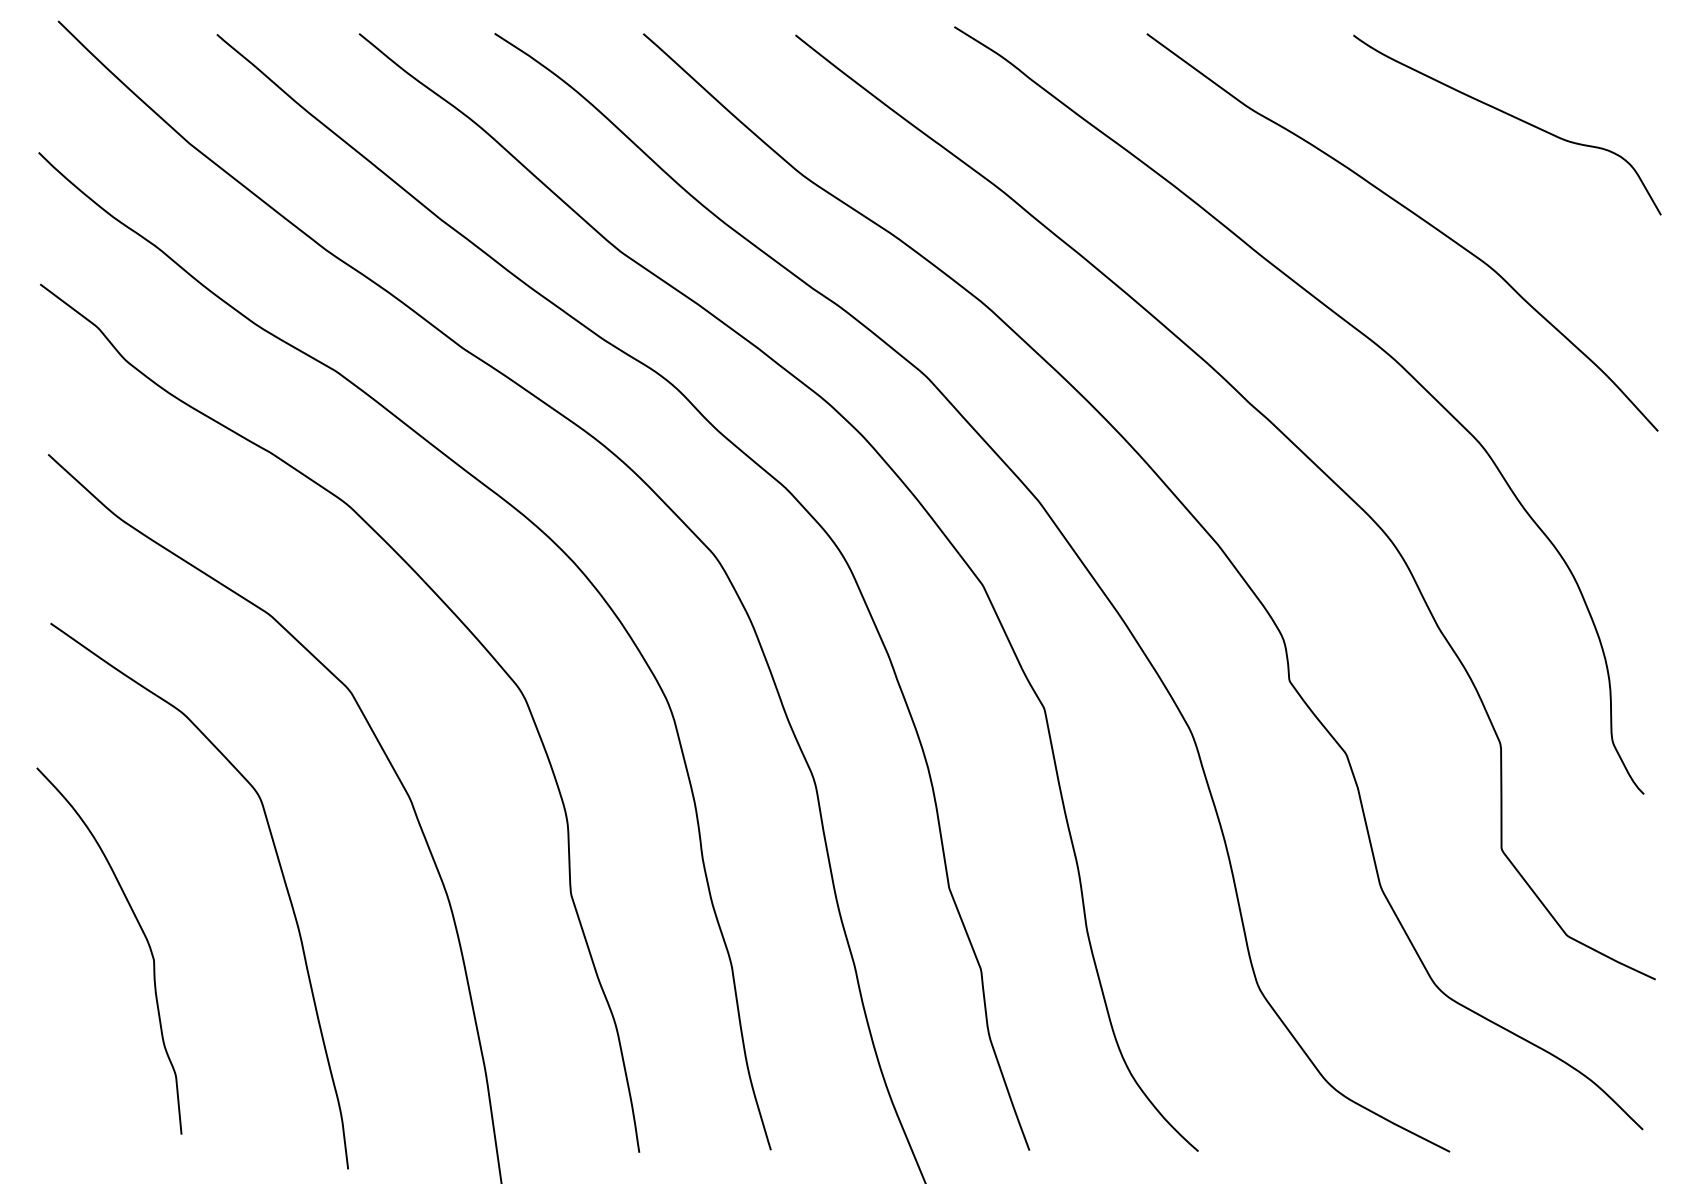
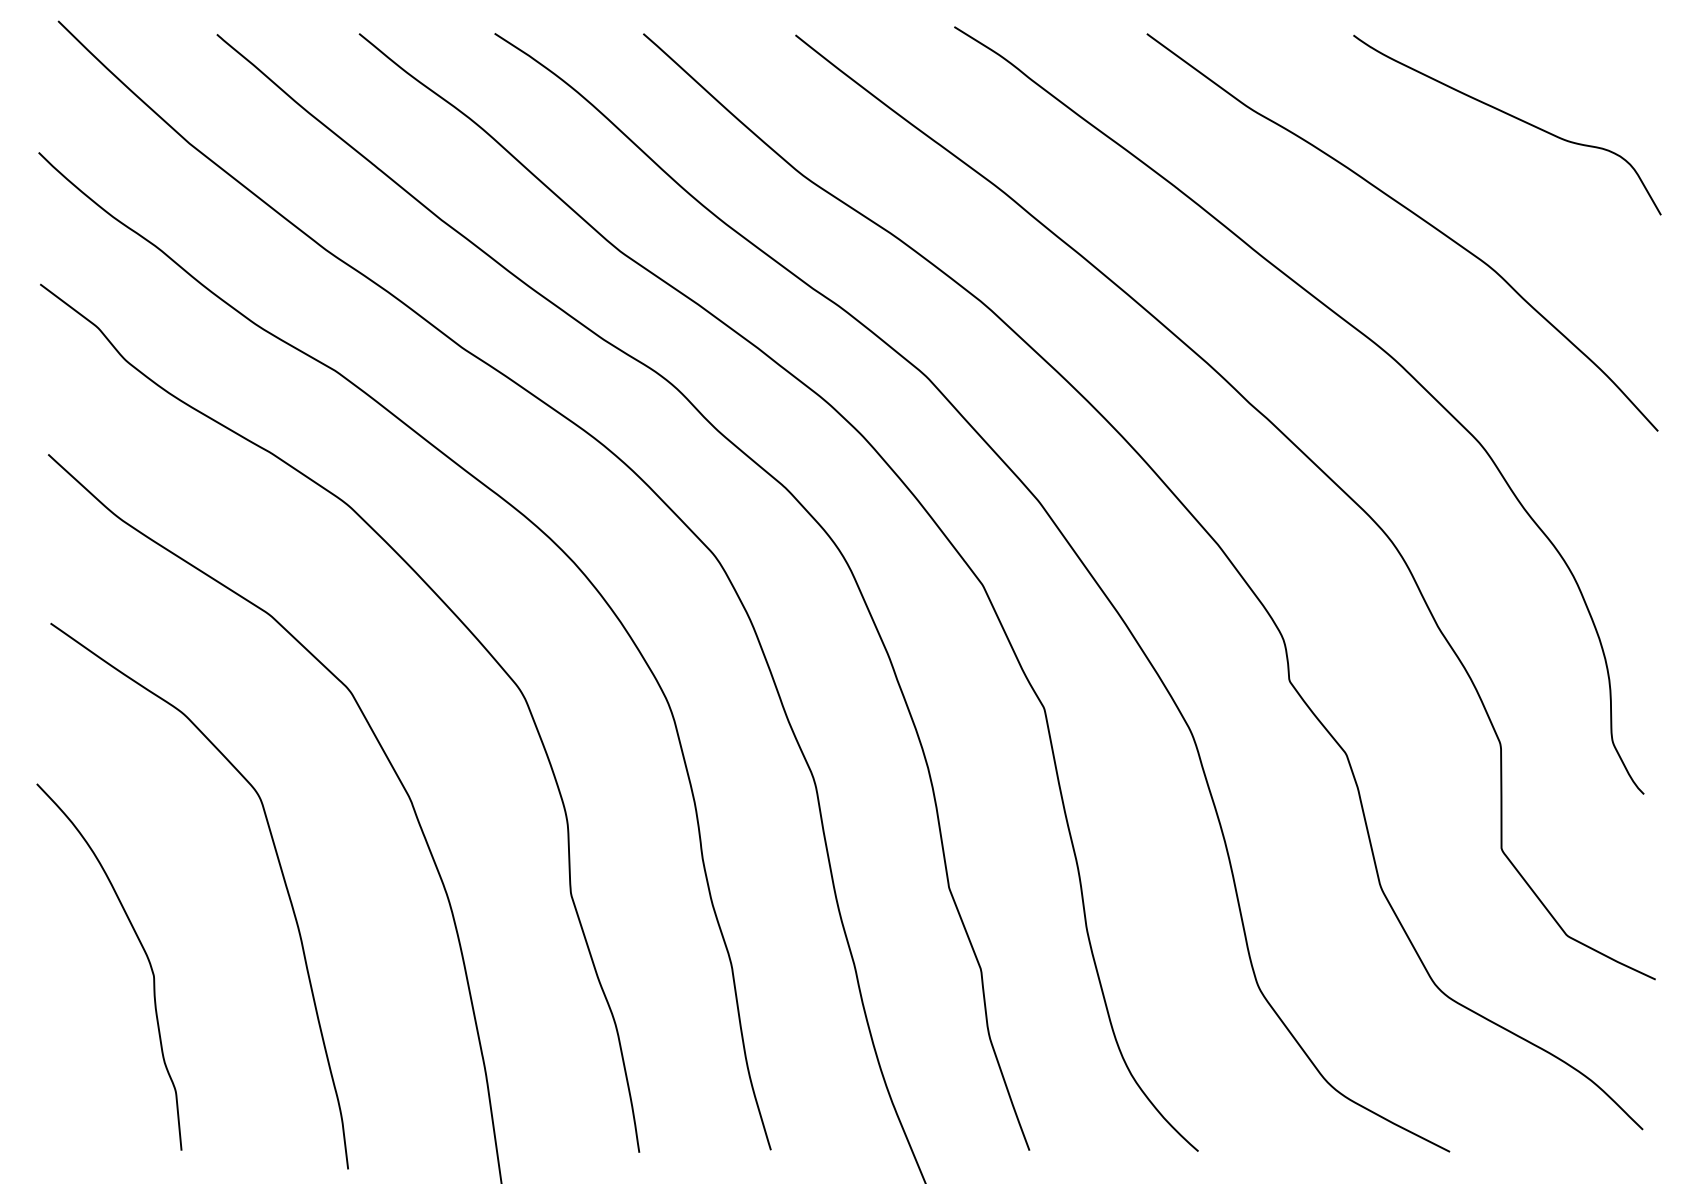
curve at (143, 934) position: (143, 934) -> (143, 950)
